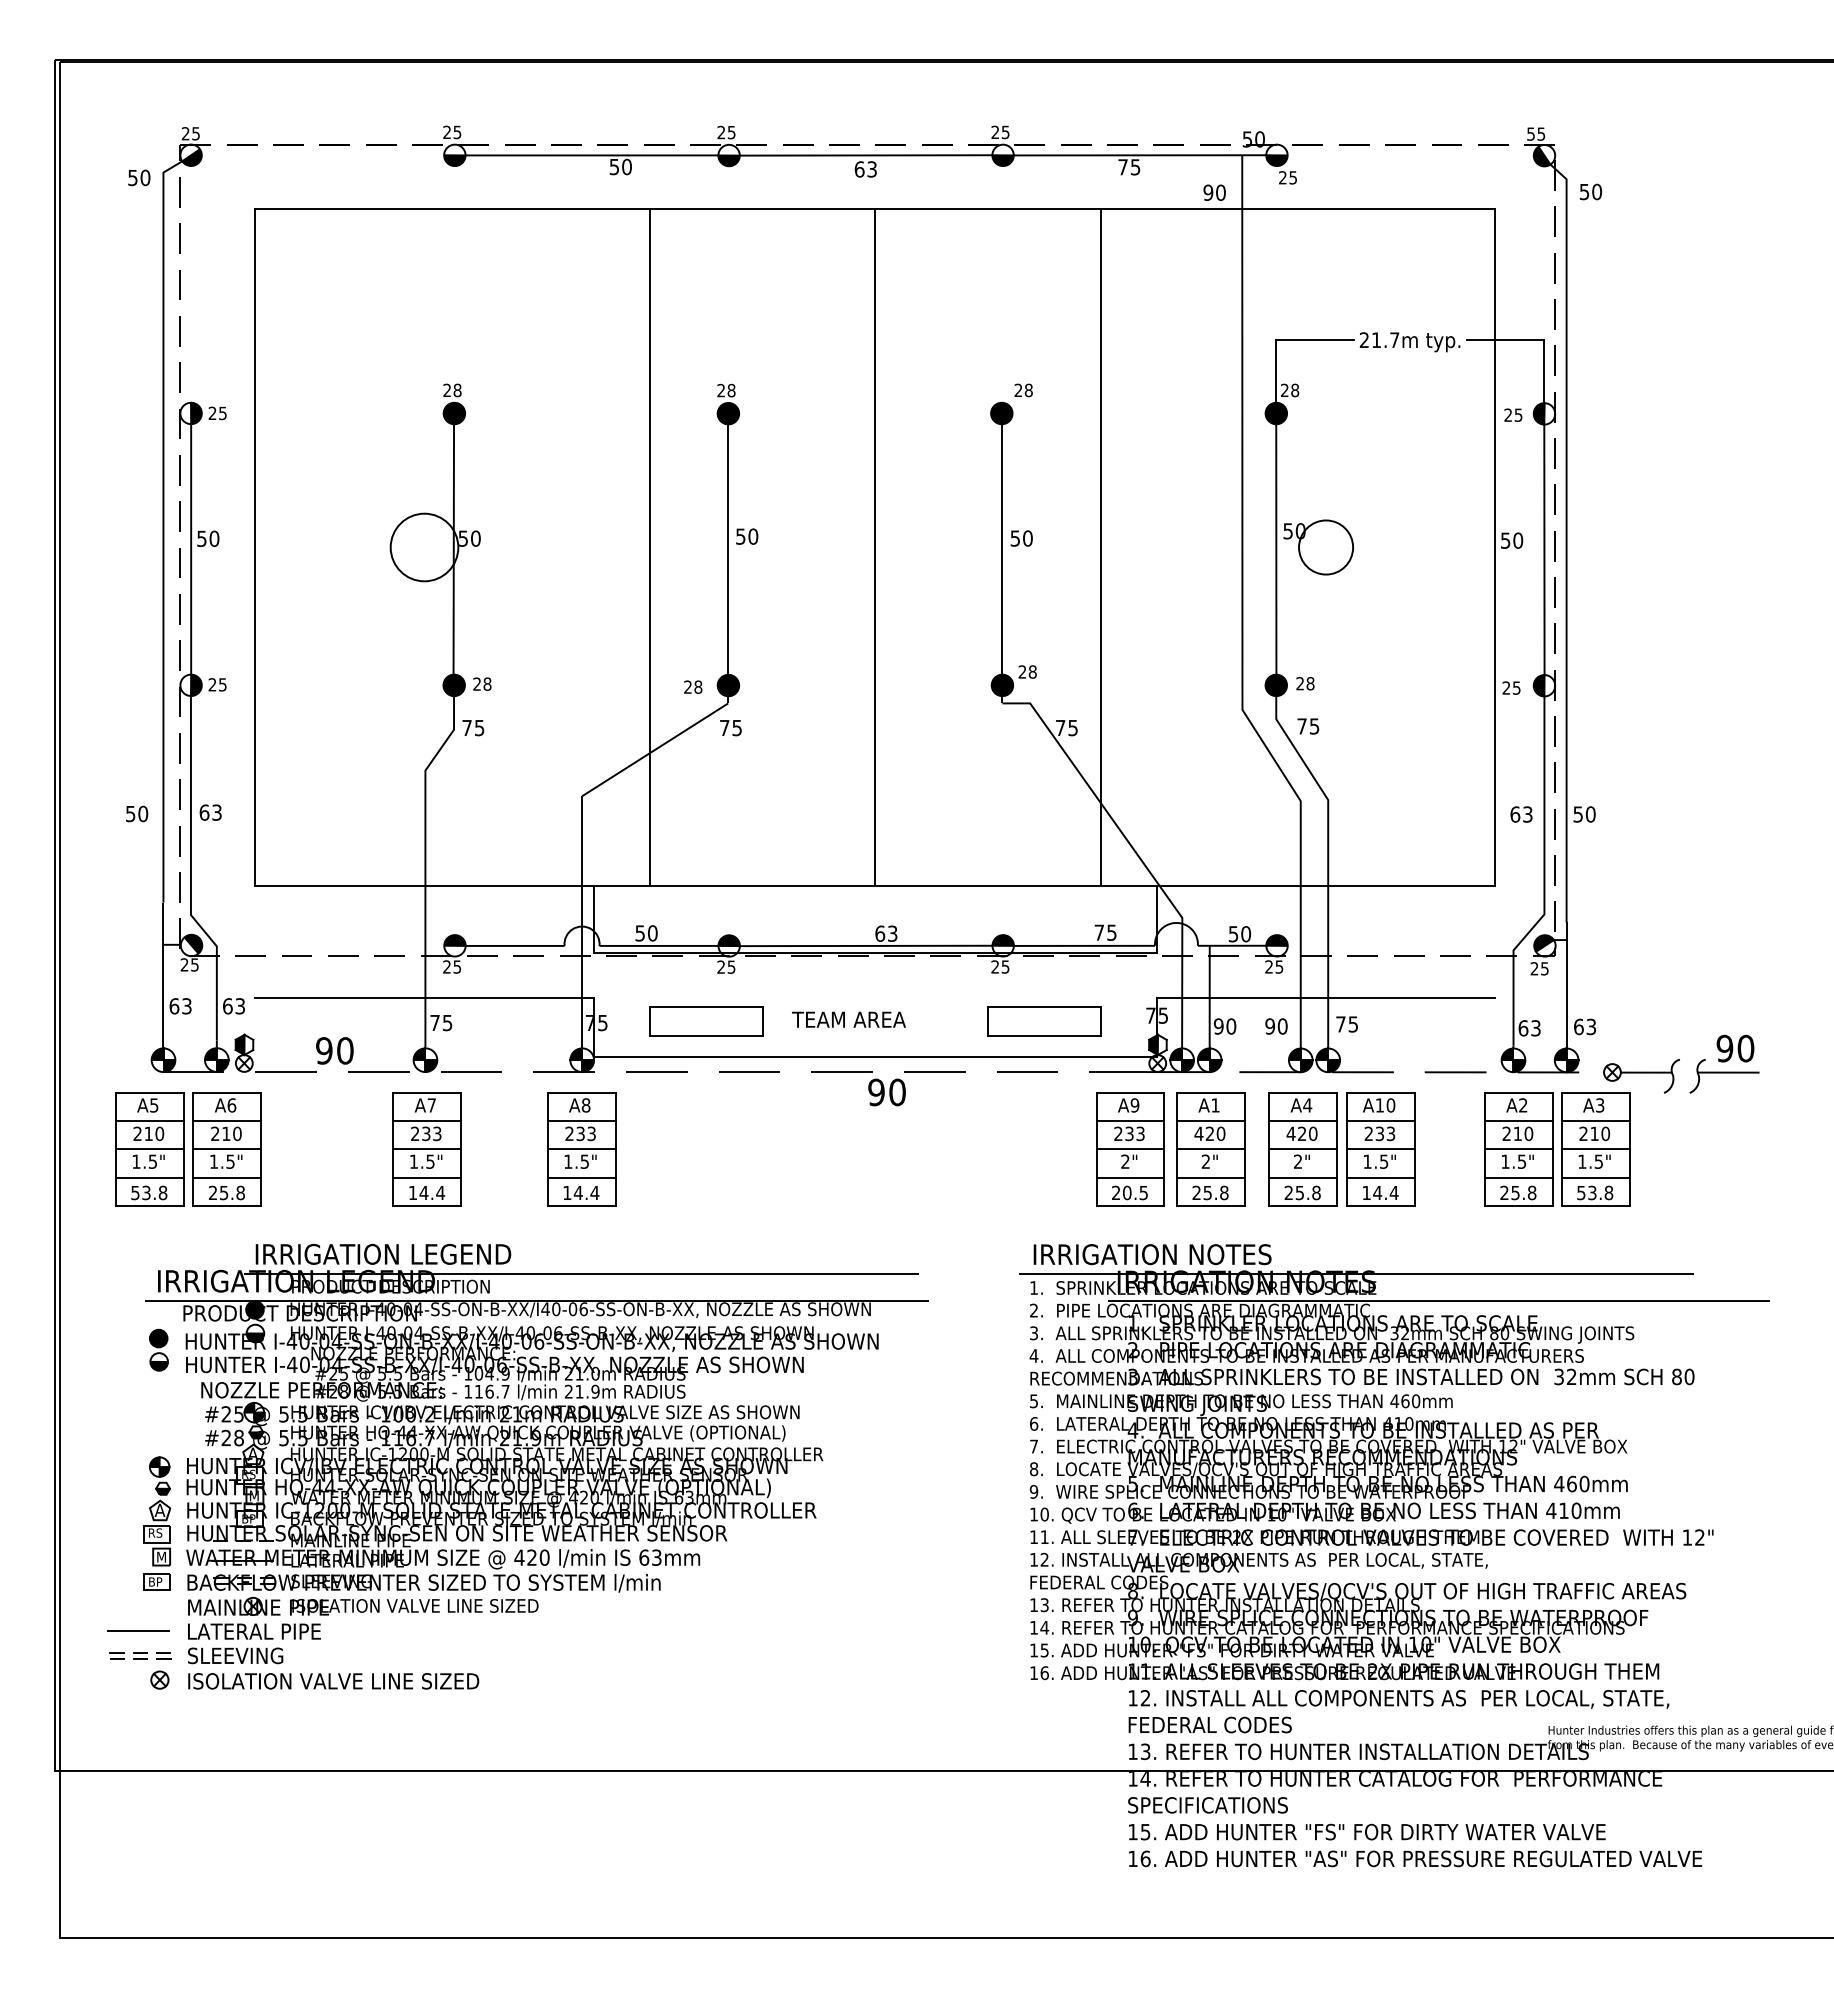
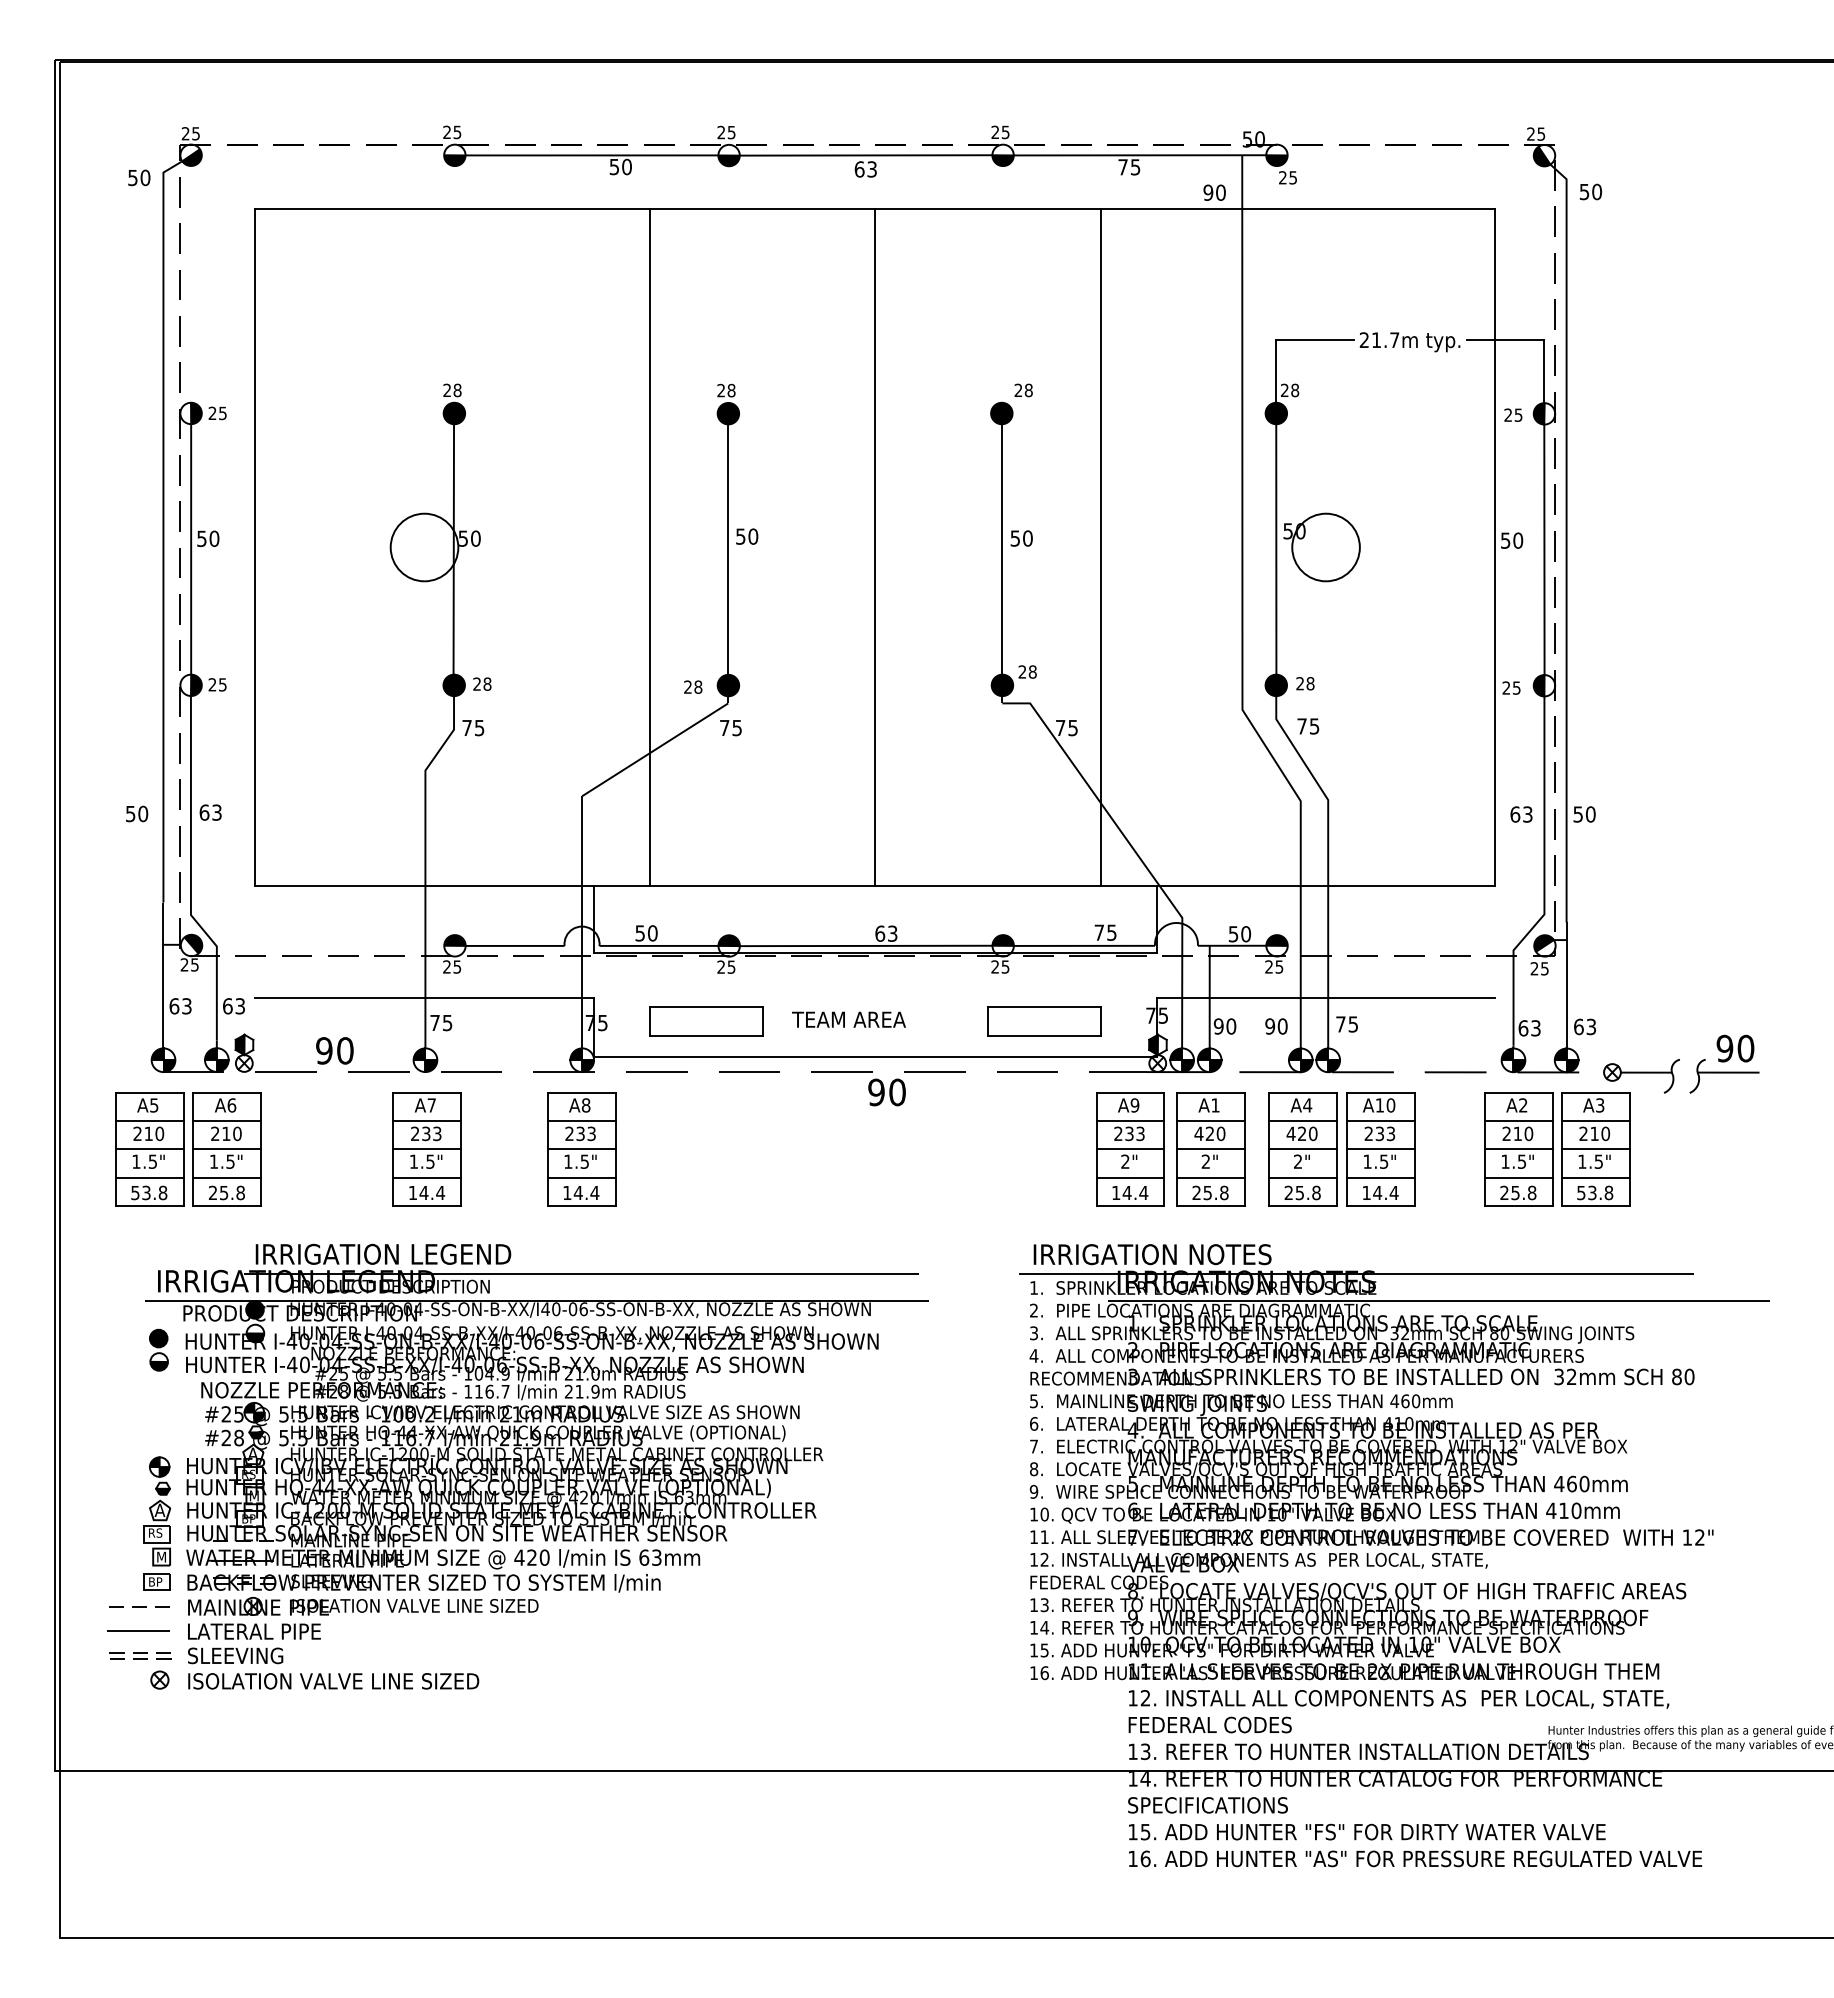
text at (1530, 133): 55 -> 25
circle at (1326, 547) diameter: 54 px -> 68 px
text at (1130, 1192): 20.5 -> 14.4
line at (139, 1606): none -> present
